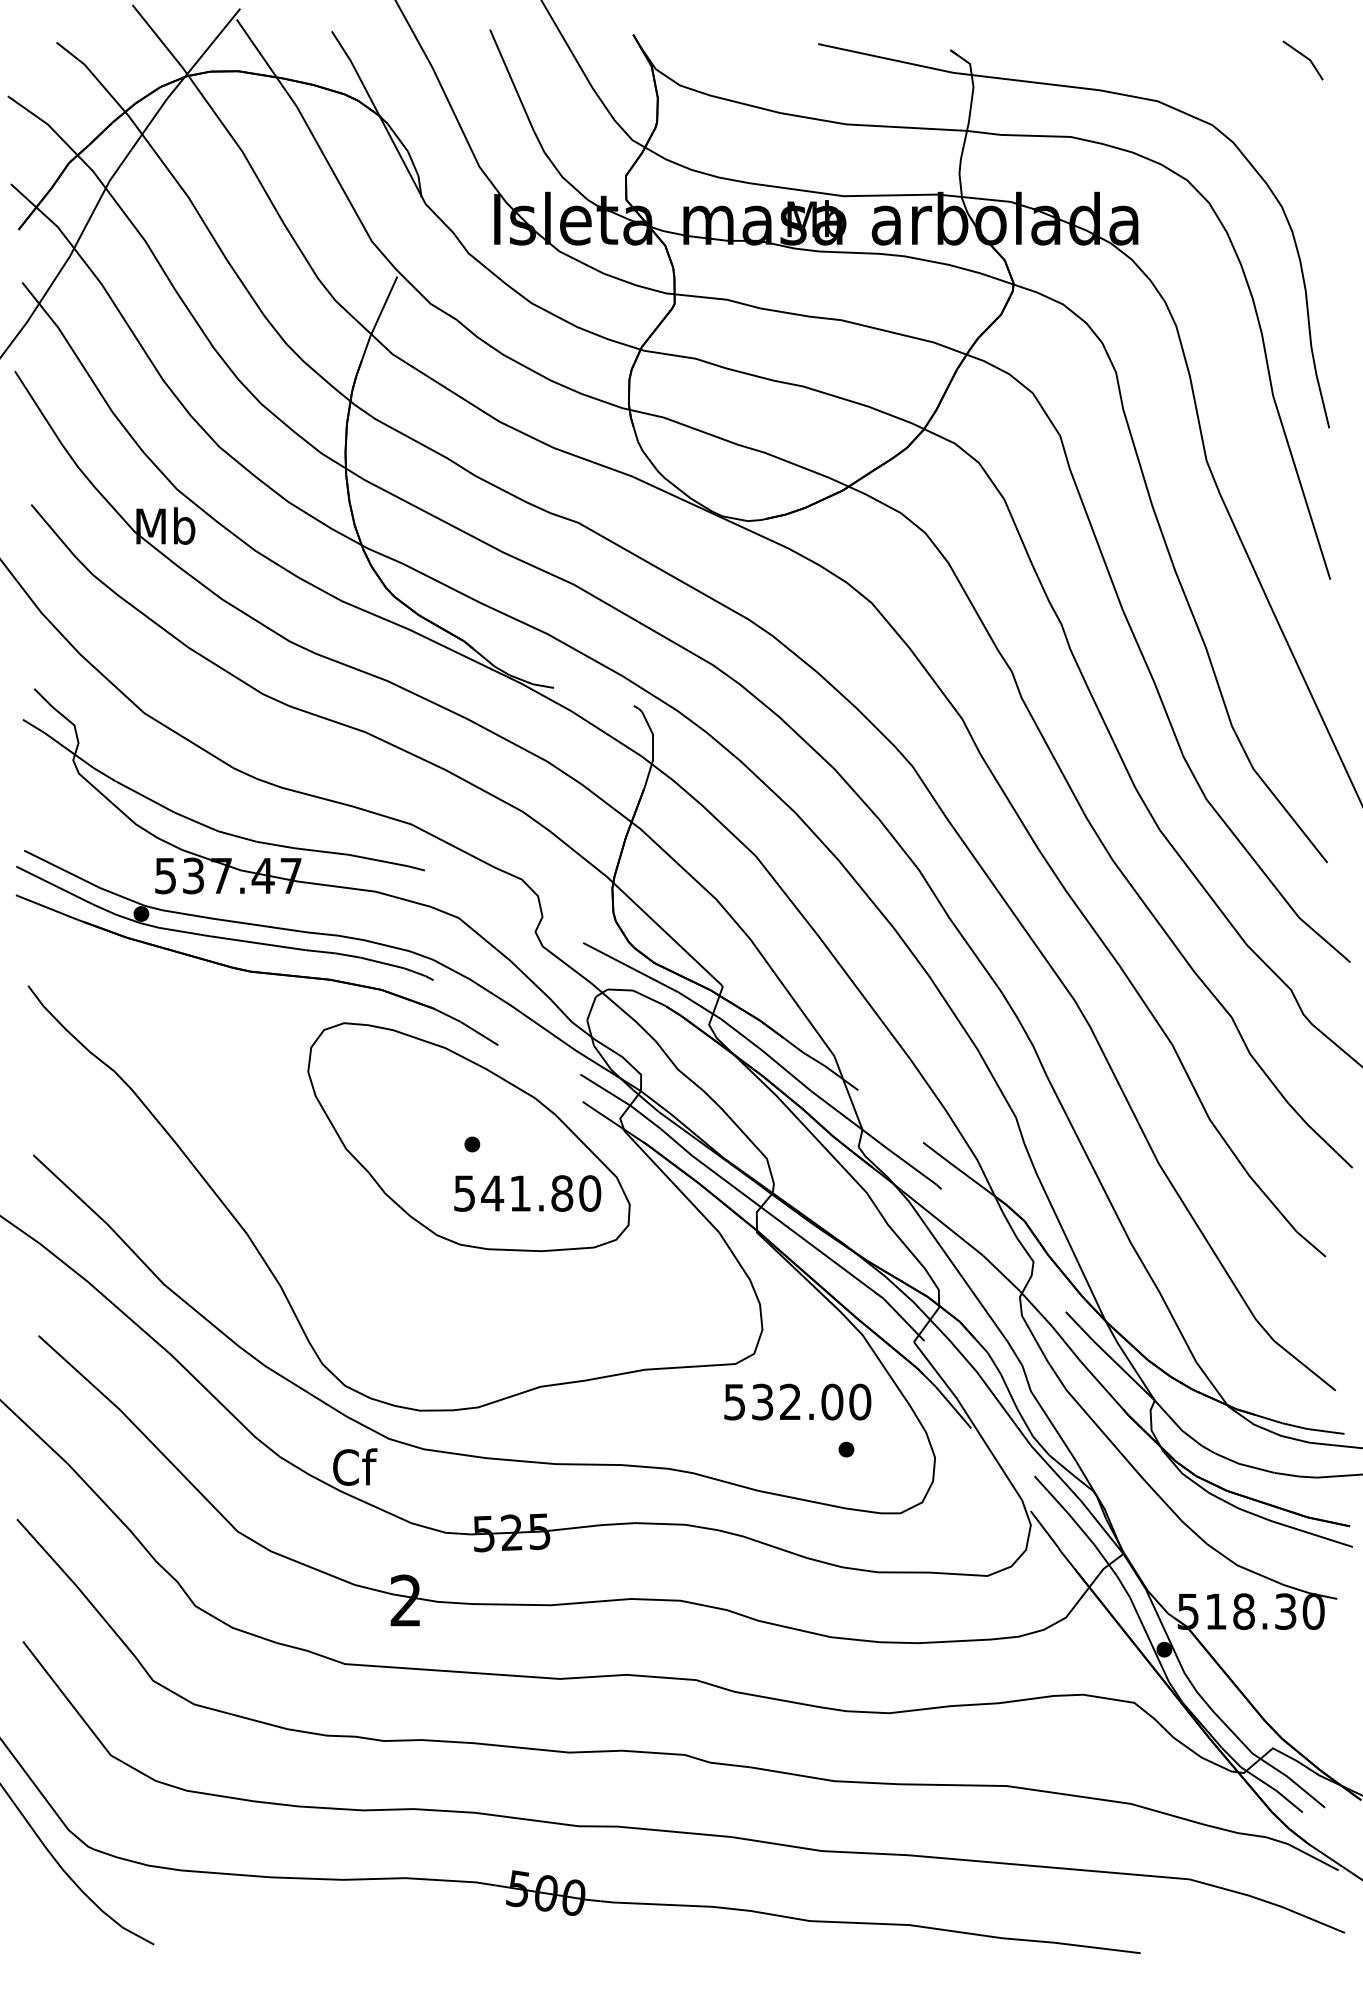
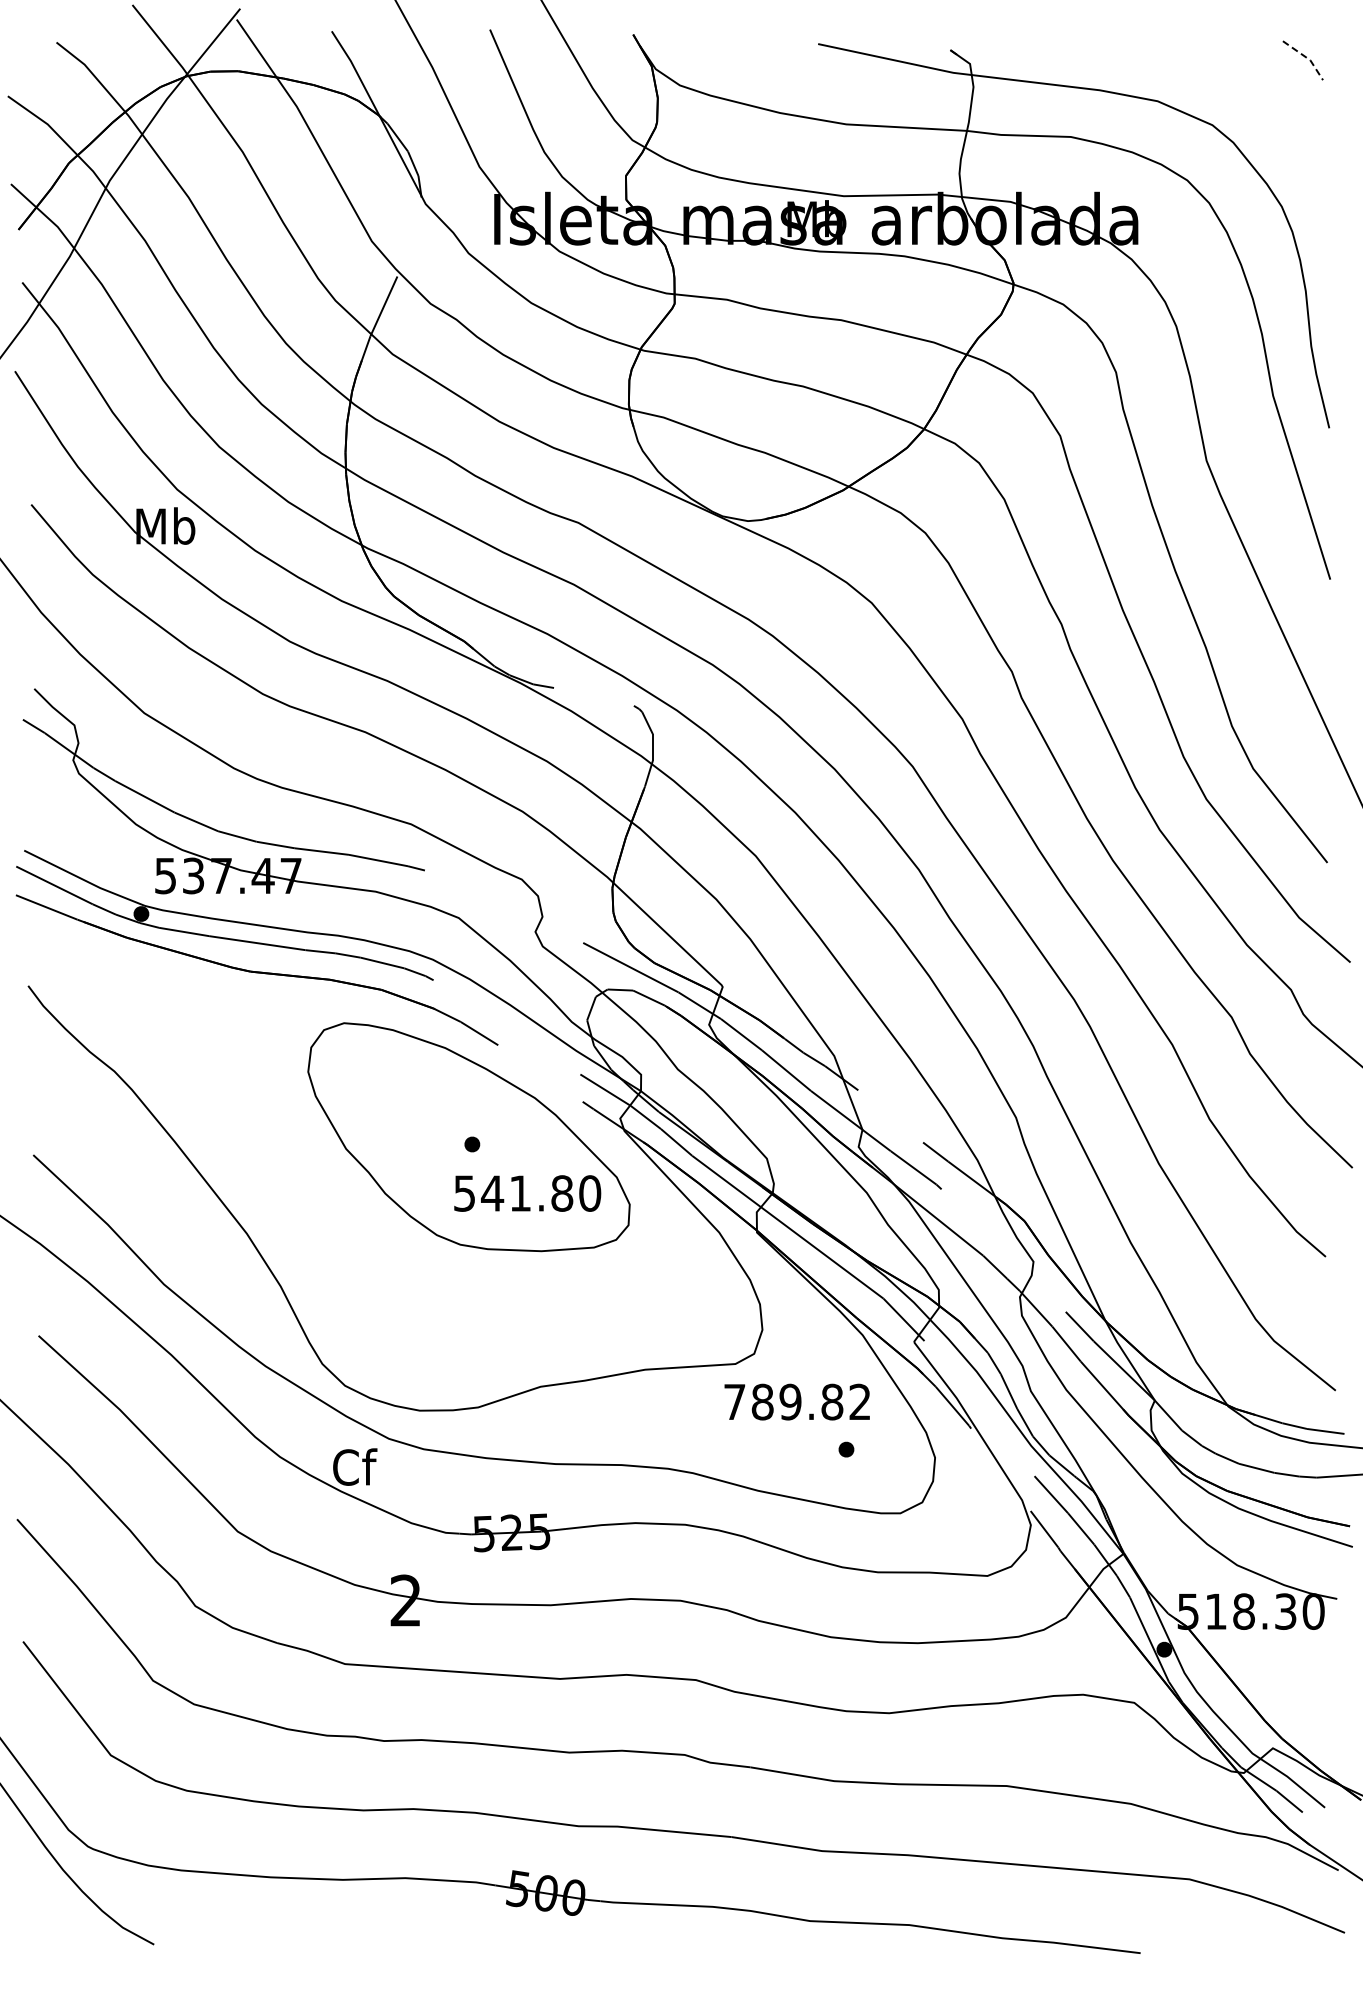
line at (1307, 58): solid -> dashed
text at (797, 1401): 532.00 -> 789.82
